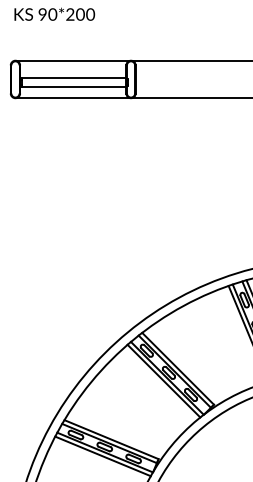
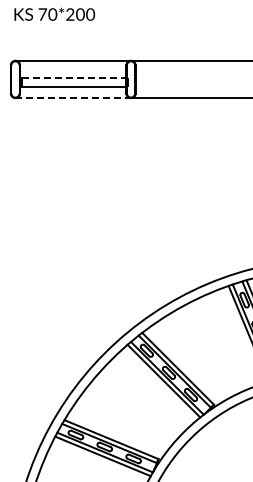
text at (42, 14): 90*200 -> 70*200
line at (74, 77): solid -> dashed
line at (73, 98): solid -> dashed
